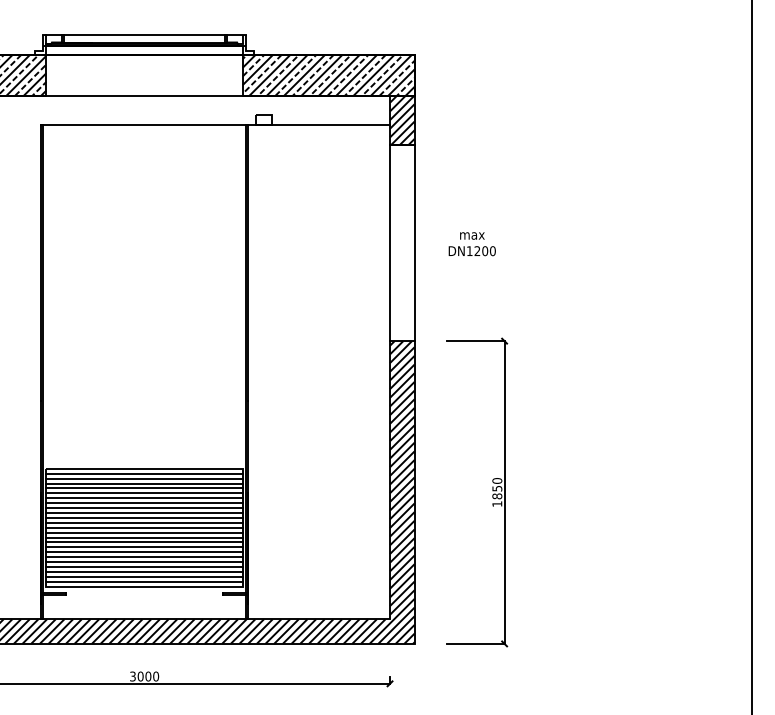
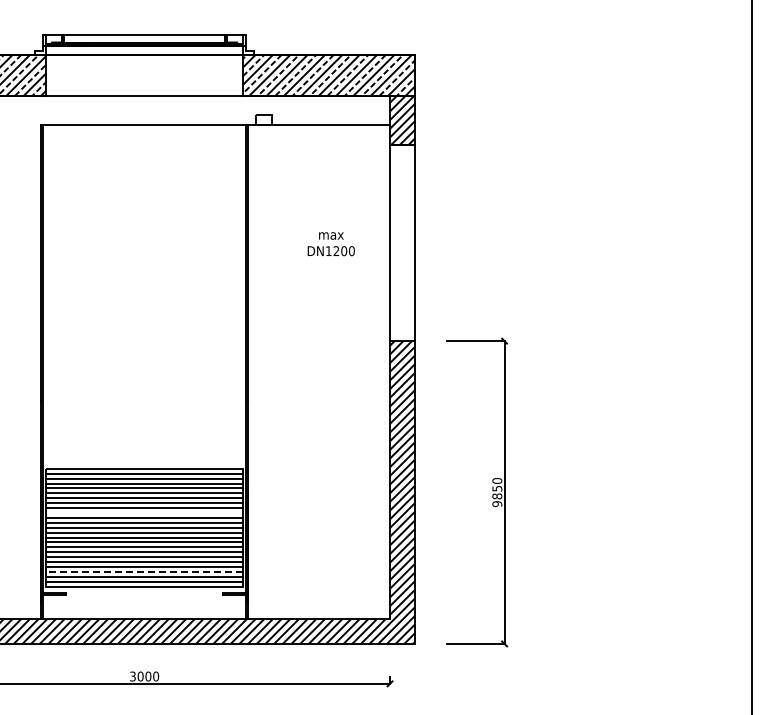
text at (471, 244) position: (471, 244) -> (330, 244)
text at (497, 504): 1850 -> 9850
line at (144, 513): present -> none
line at (144, 571): solid -> dashed
